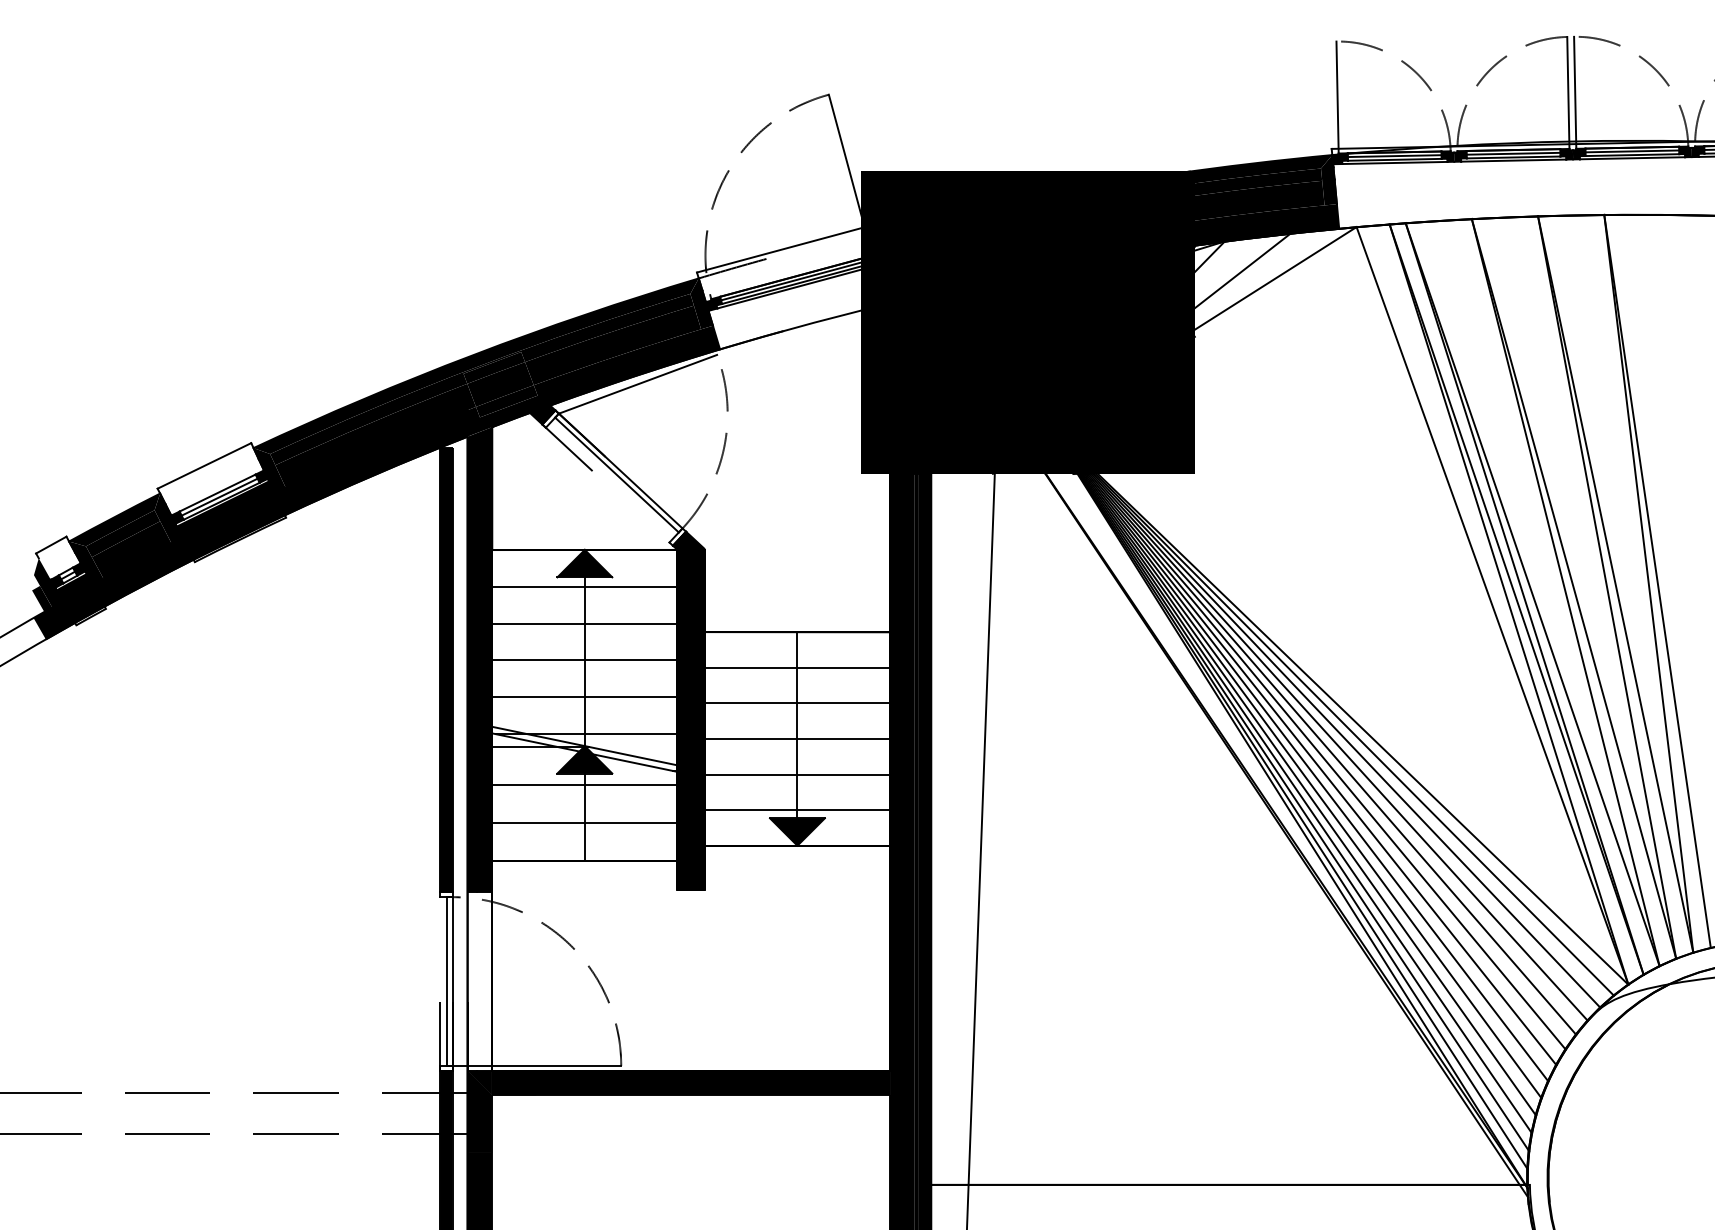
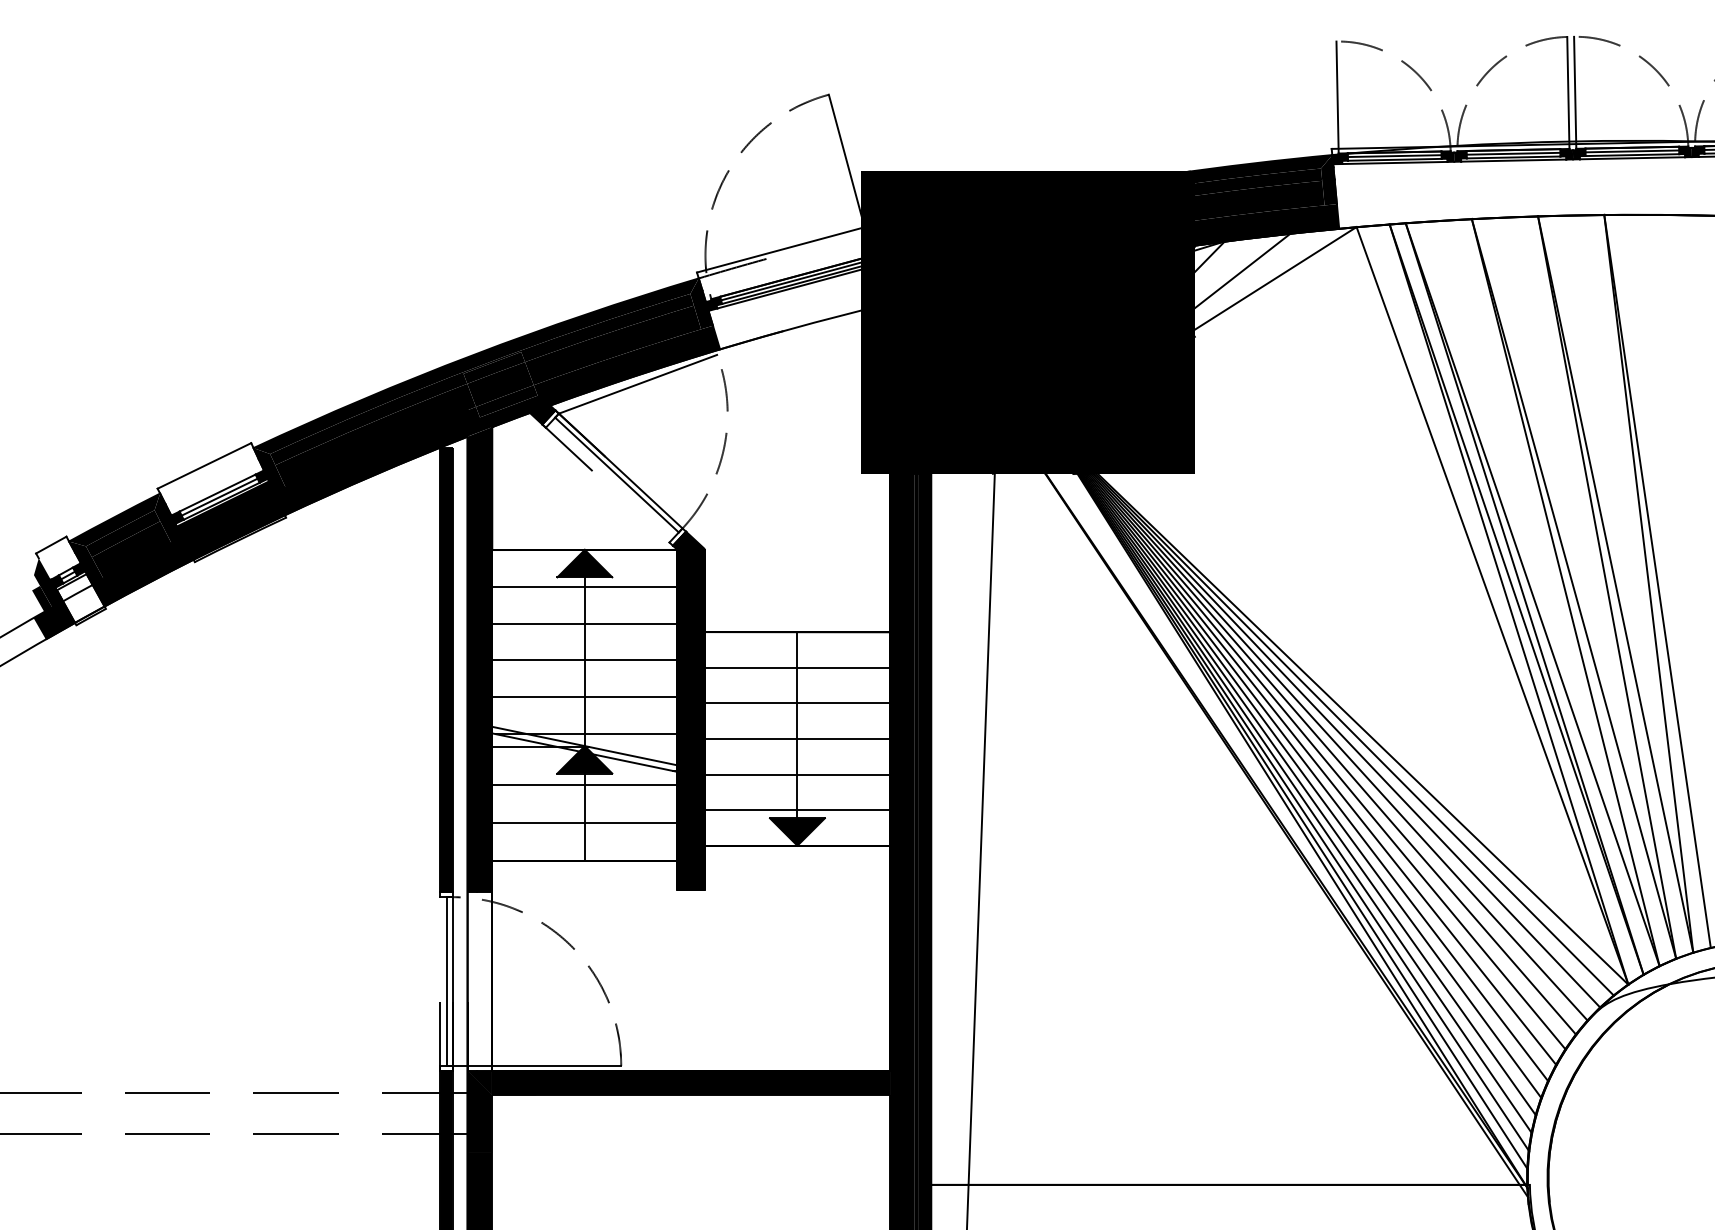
fill at (80, 598): present -> none
